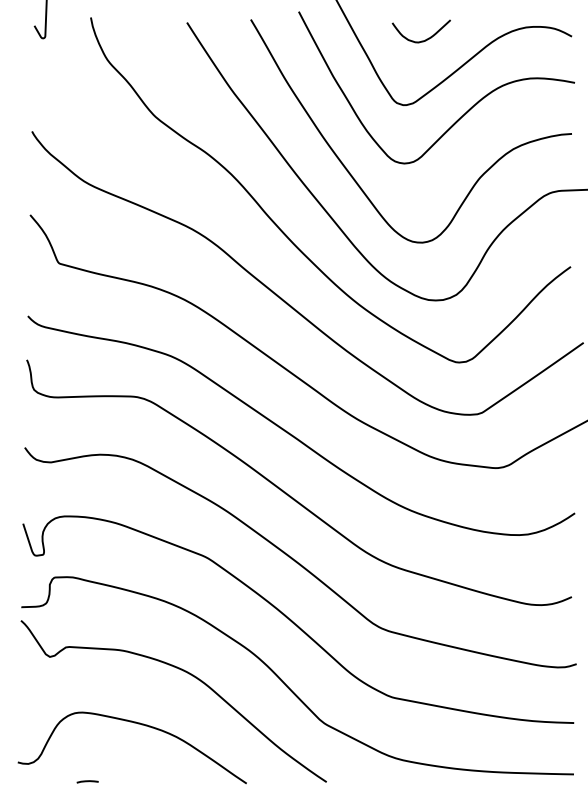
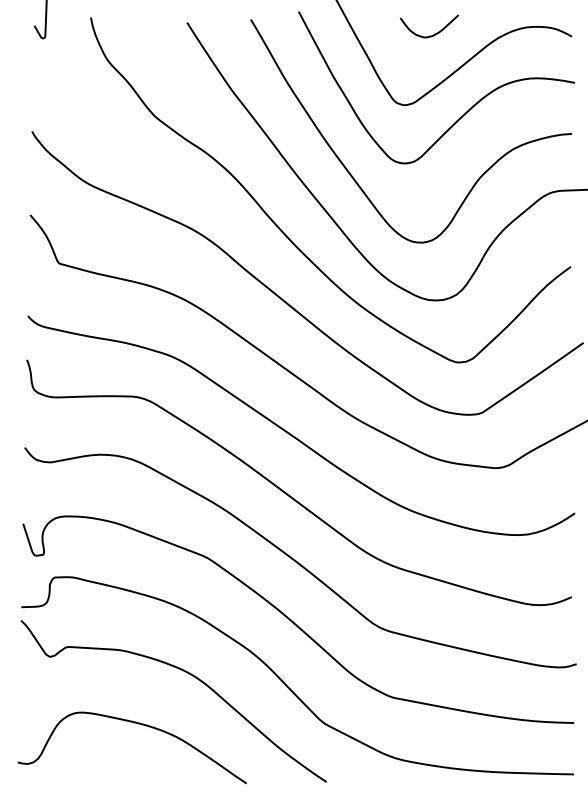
curve at (421, 40) position: (421, 40) -> (429, 35)
line at (87, 781): present -> none
